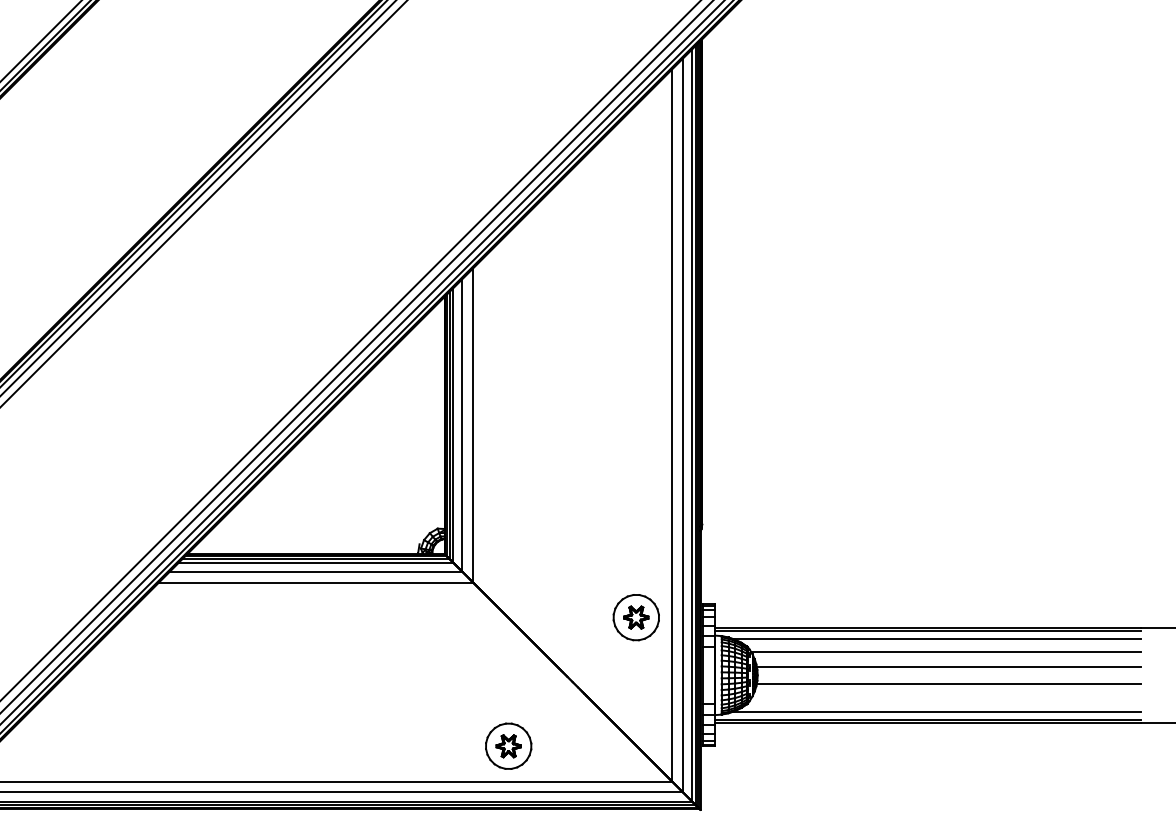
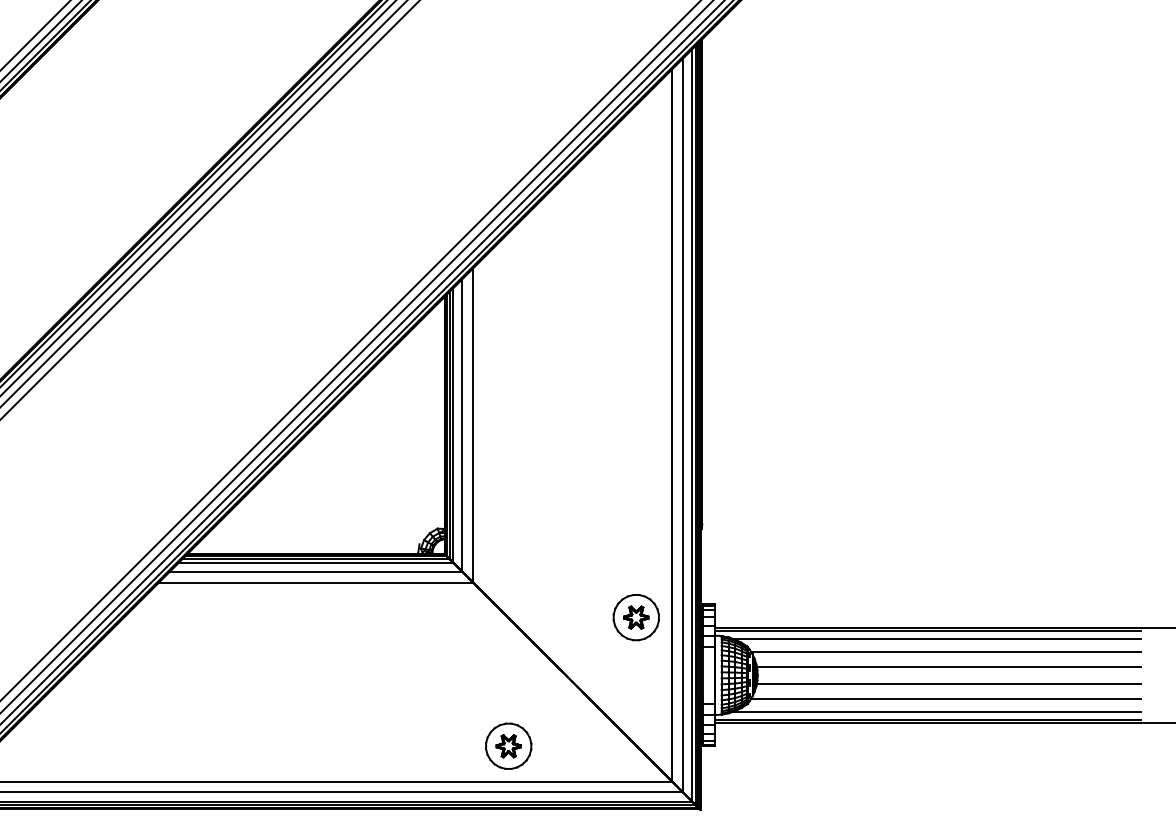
line at (35, 35): none -> present
line at (209, 209): none -> present
line at (945, 699): none -> present
